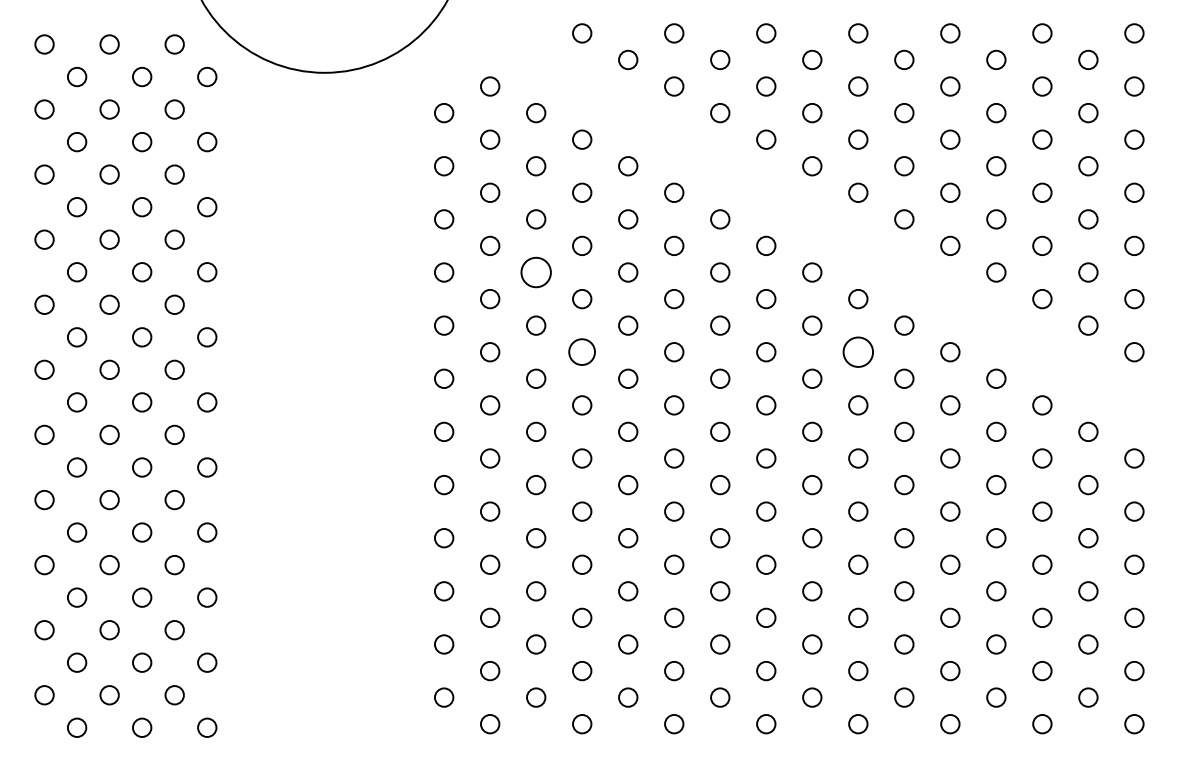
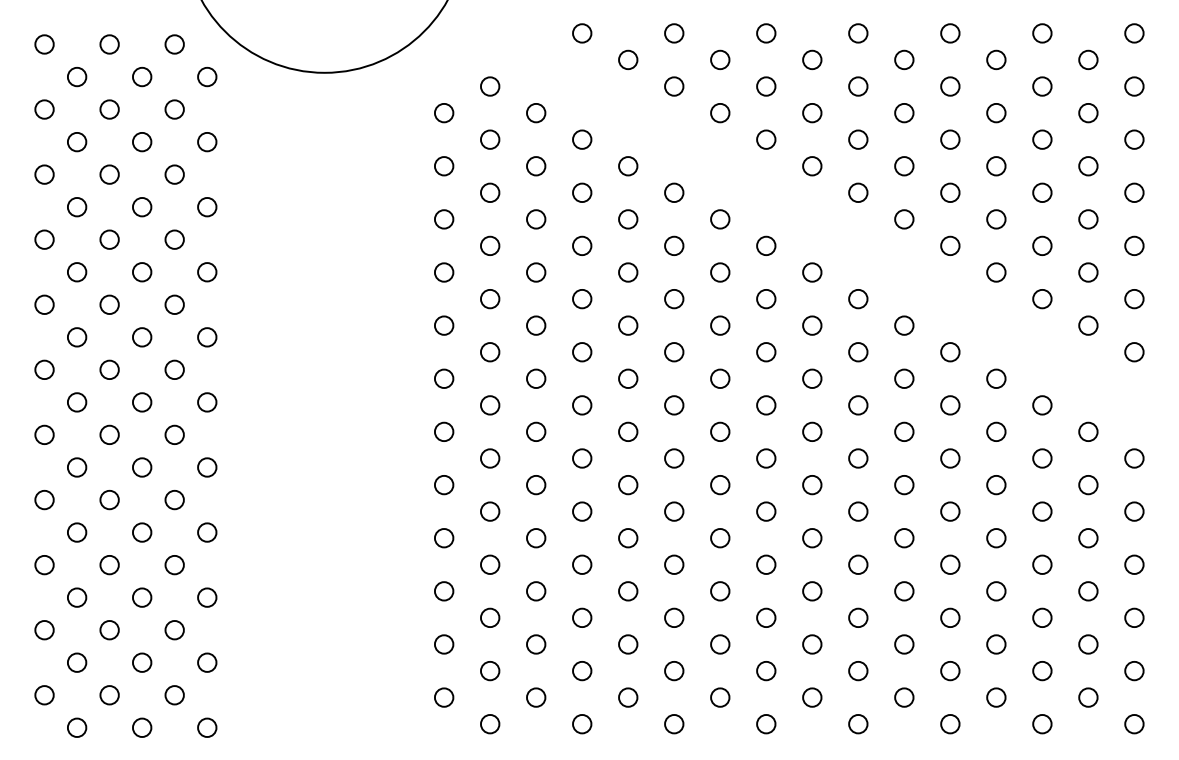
circle at (535, 272) diameter: 29 px -> 18 px
circle at (581, 351) size: 28x28 px -> 21x21 px
circle at (858, 351) diameter: 29 px -> 18 px
